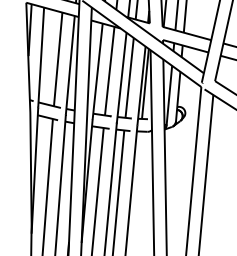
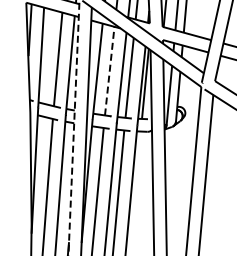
line at (109, 71): solid -> dashed
line at (73, 128): solid -> dashed
